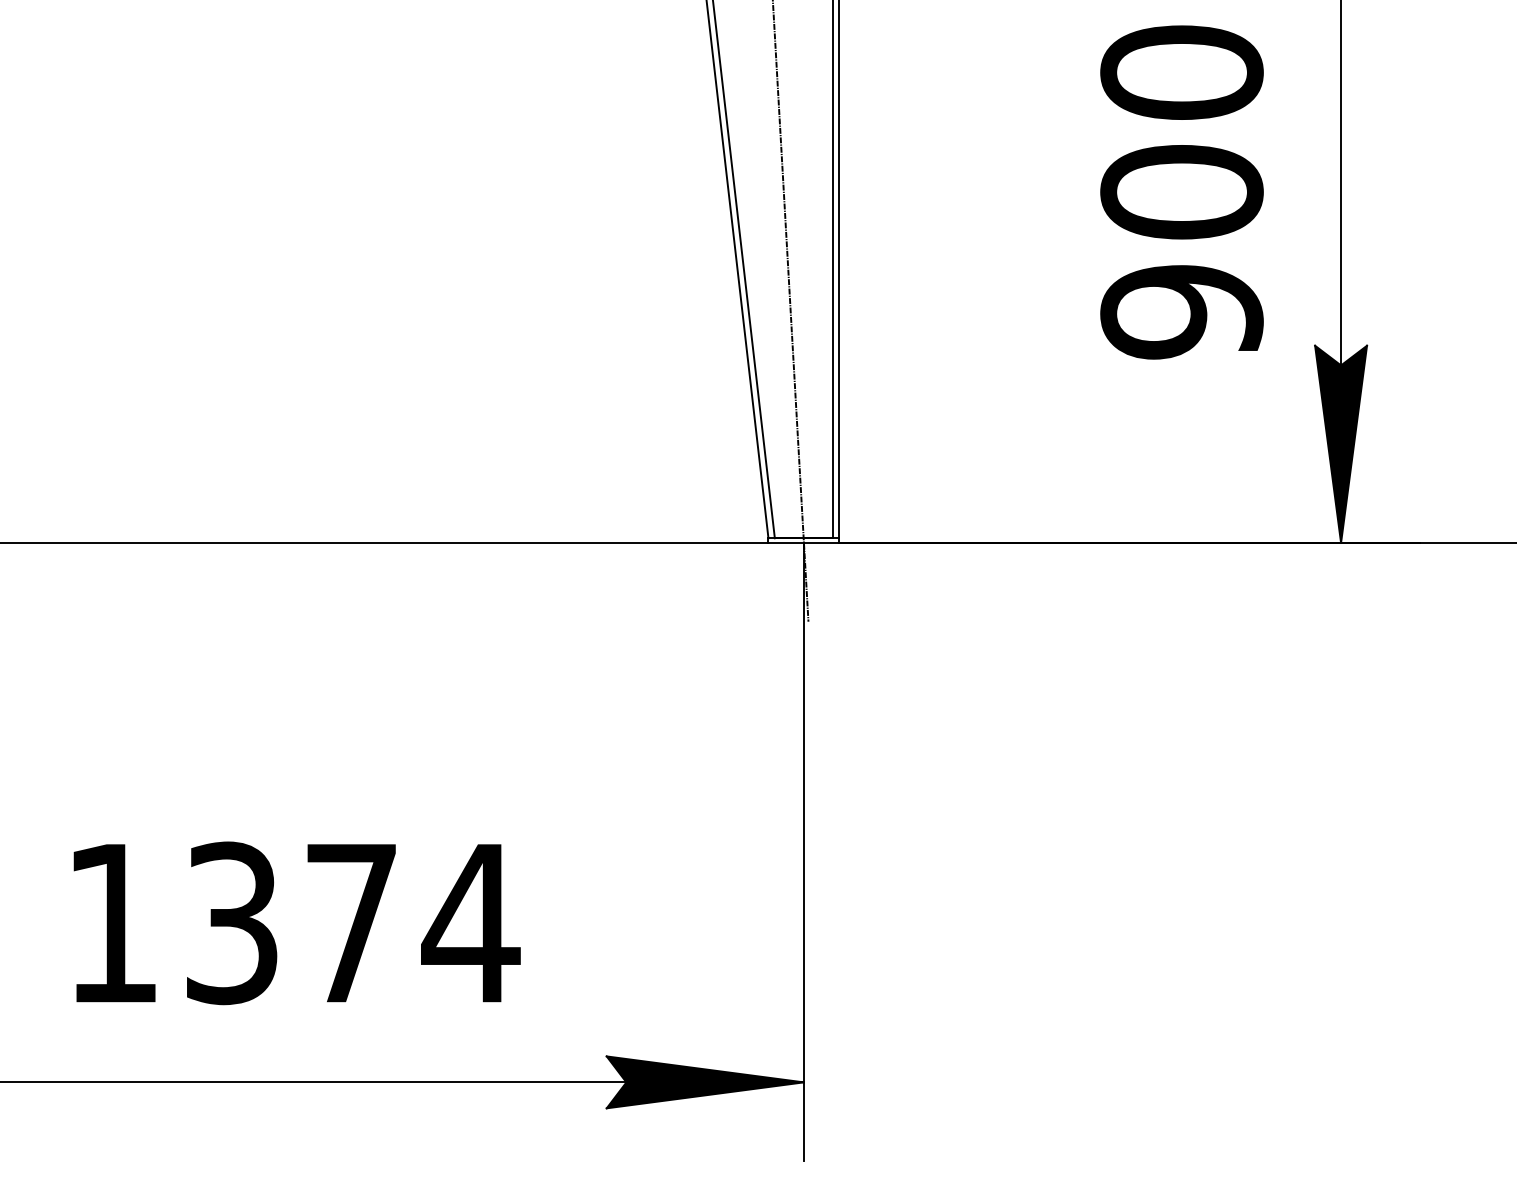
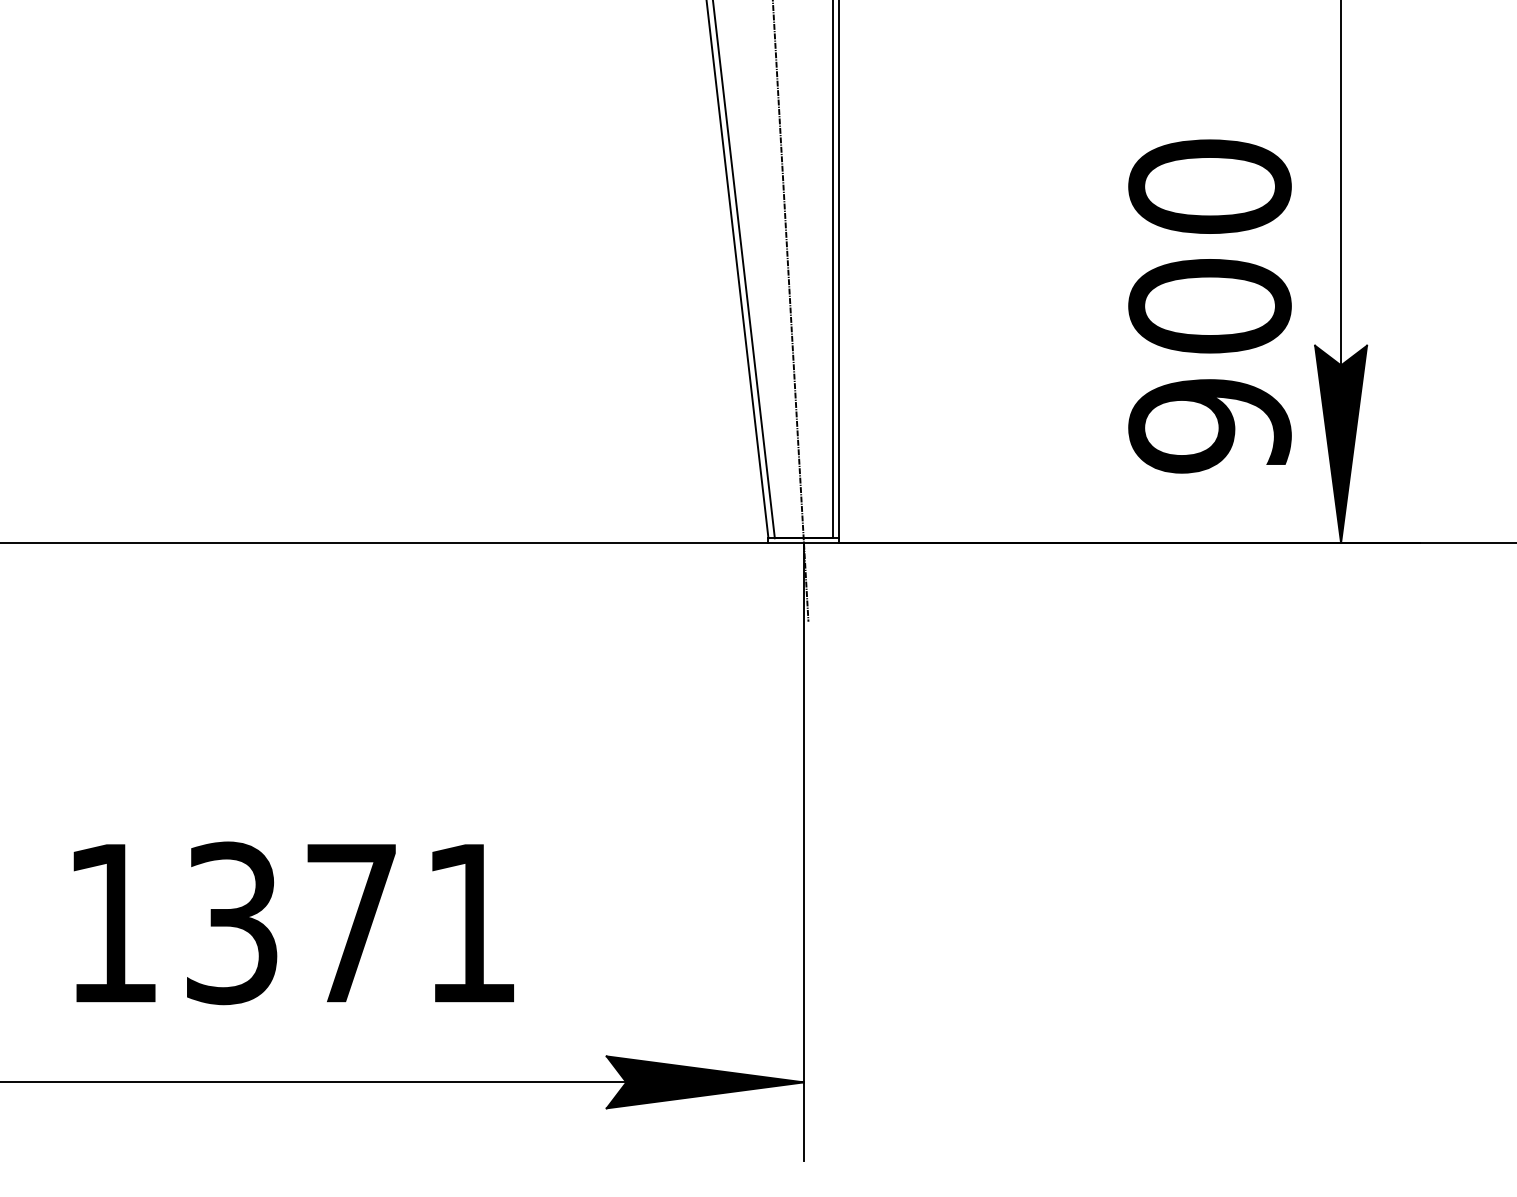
text at (1181, 192) position: (1181, 192) -> (1209, 306)
text at (470, 923): 1374 -> 1371
